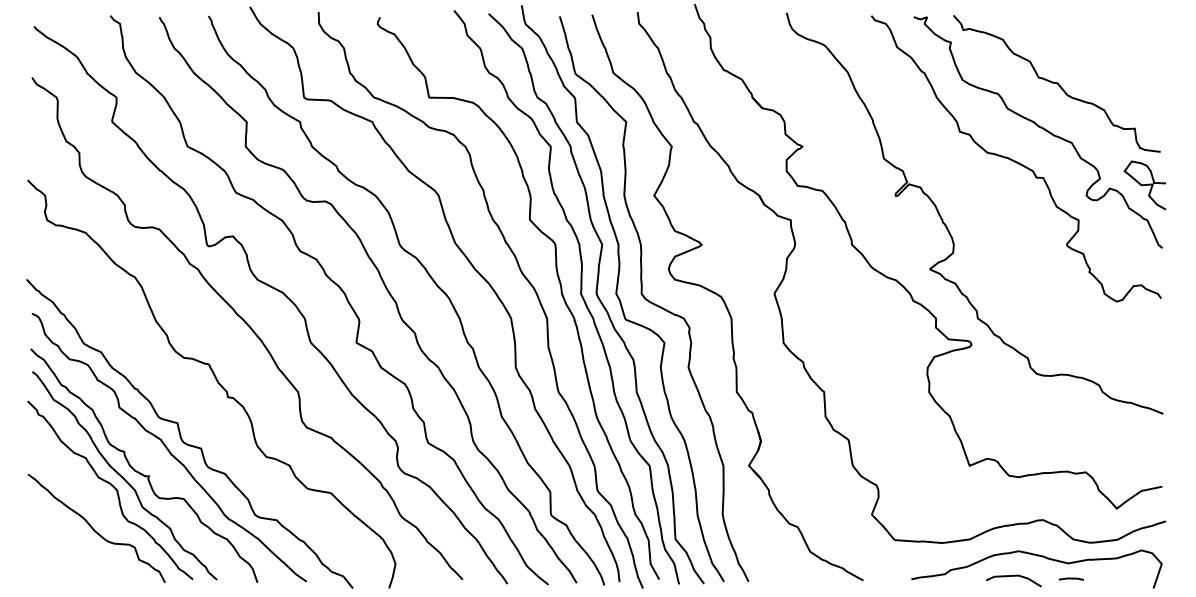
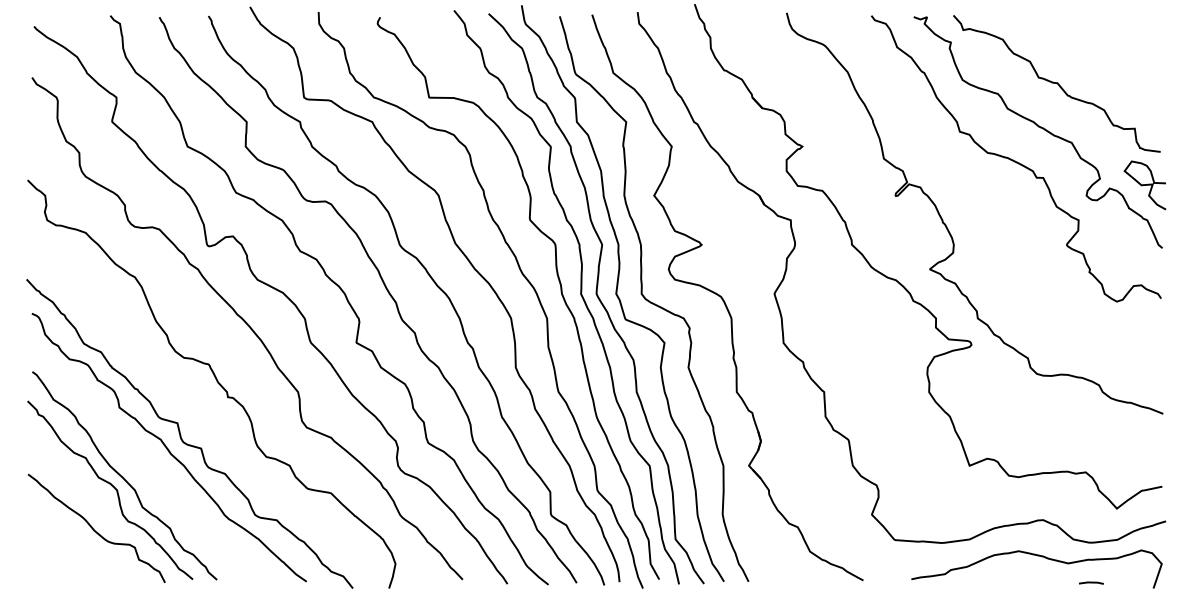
curve at (140, 472): present -> none
curve at (1013, 576): present -> none
line at (1071, 578) position: (1071, 578) -> (1091, 582)
